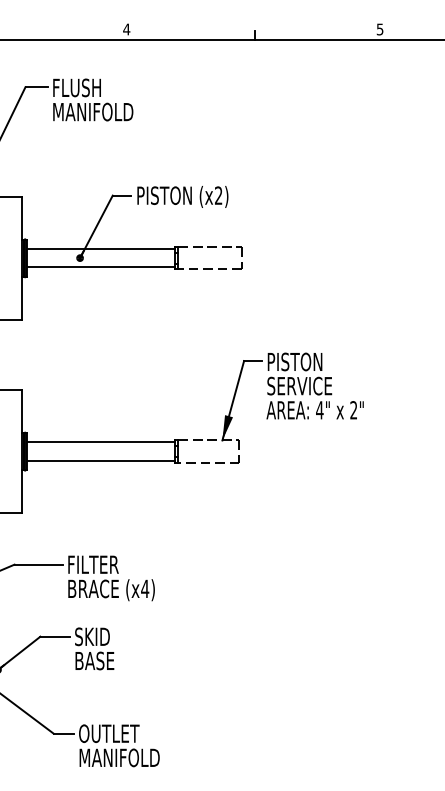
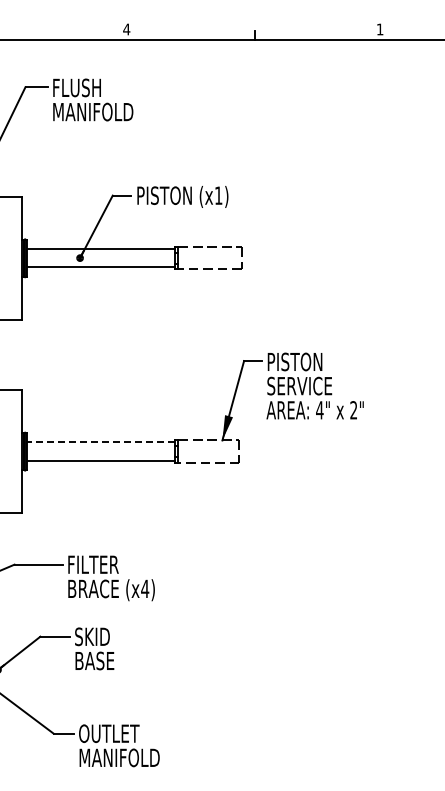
text at (379, 29): 5 -> 1
text at (218, 195): (x2) -> (x1)
line at (100, 442): solid -> dashed
